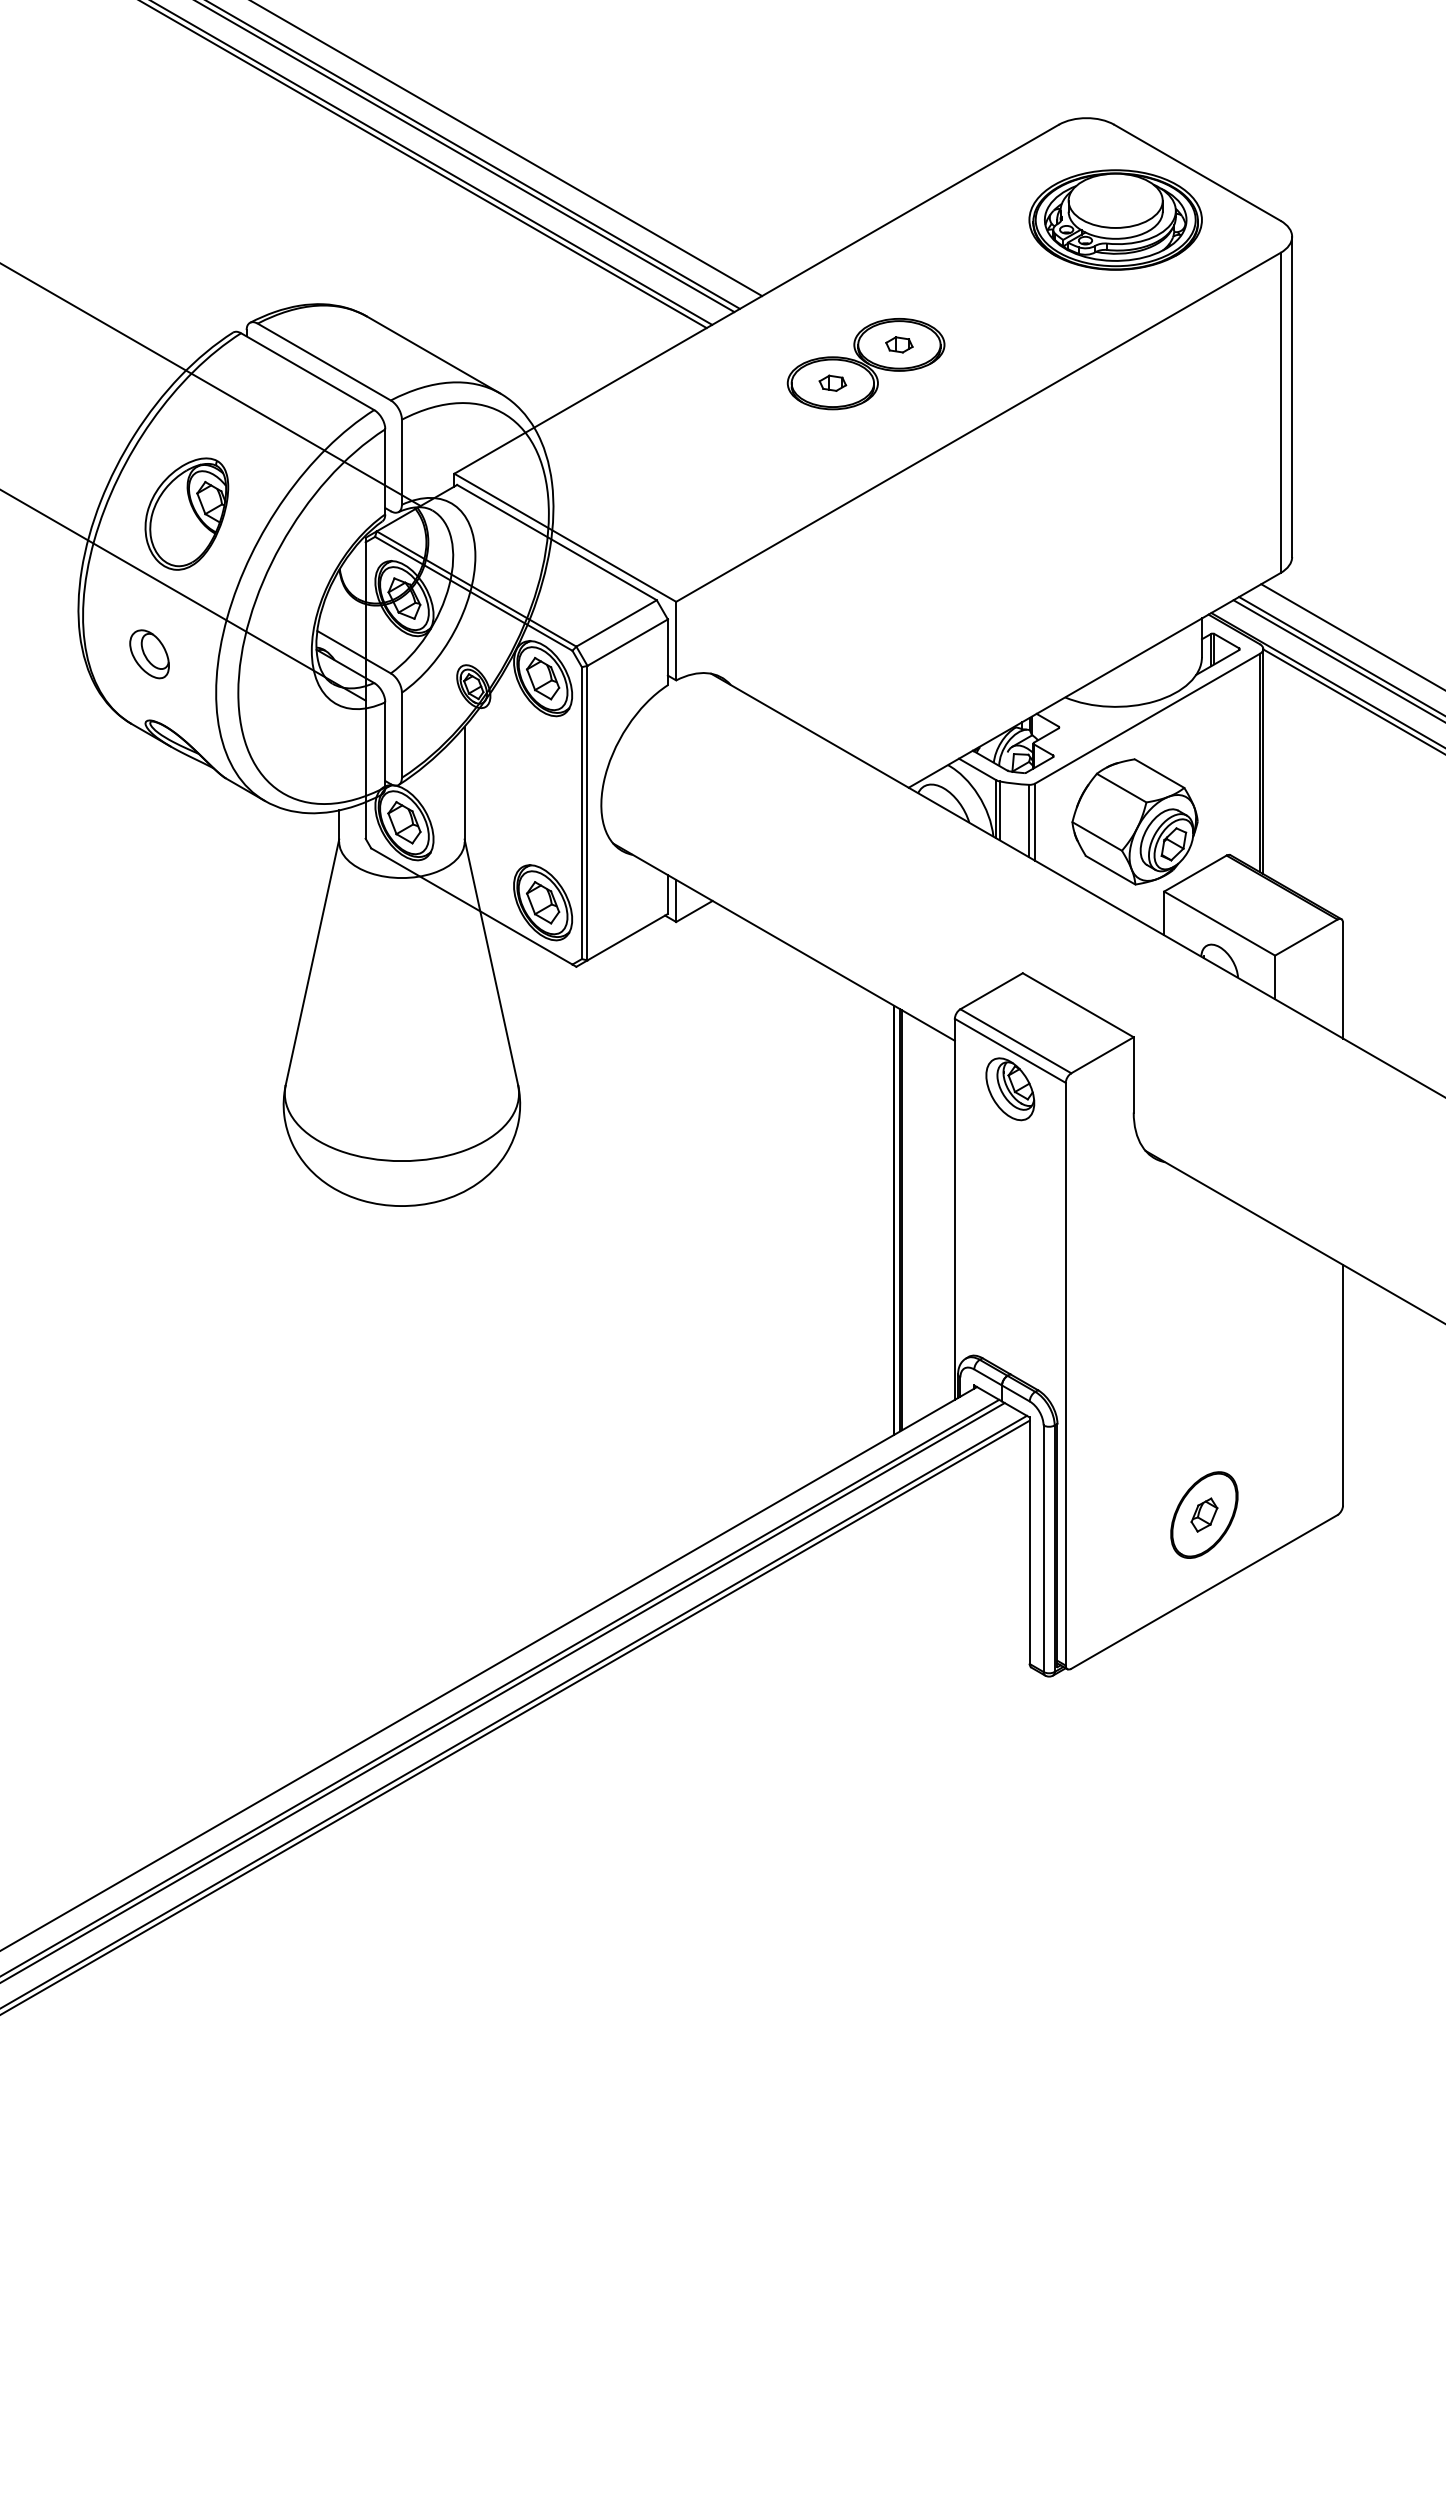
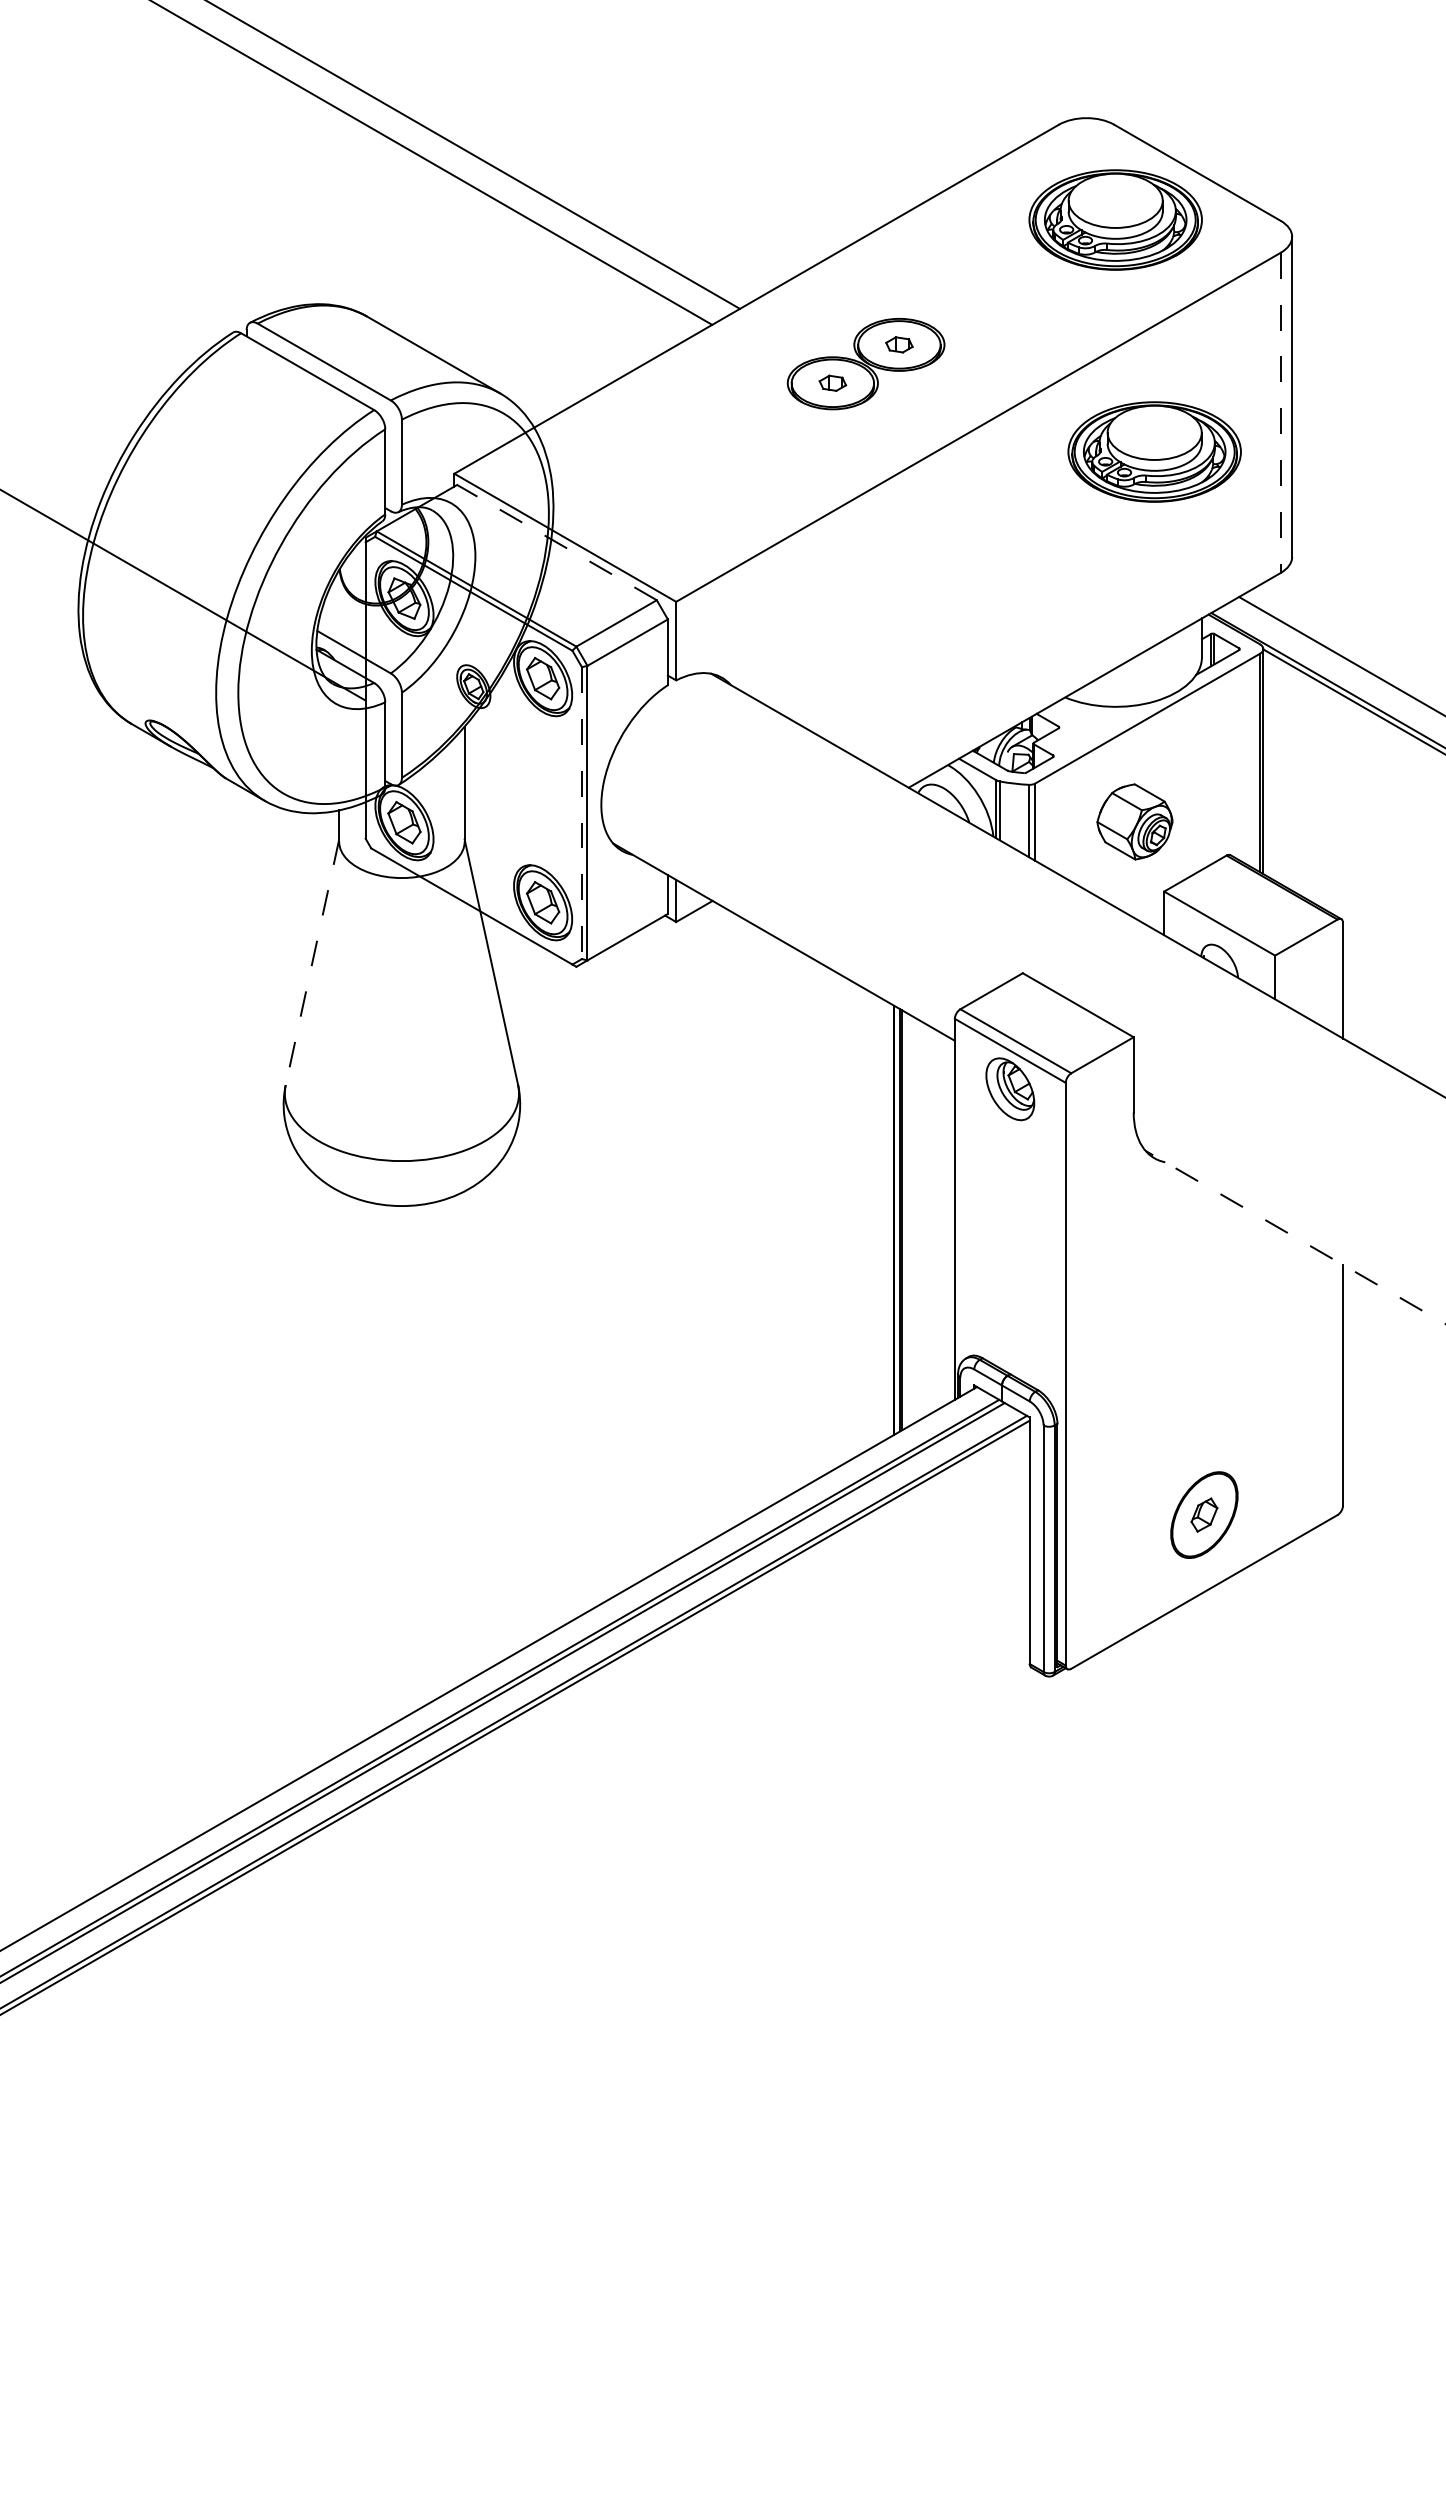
line at (507, 149): present -> none
line at (465, 157): present -> none
line at (423, 165): present -> none
line at (211, 385): present -> none
line at (1280, 413): solid -> dashed
part at (1154, 451): none -> present
part at (186, 513): present -> none
line at (556, 542): solid -> dashed
line at (1351, 636): present -> none
part at (149, 654): present -> none
line at (1337, 660): present -> none
line at (581, 813): solid -> dashed
part at (1134, 821) size: 128x128 px -> 78x78 px
line at (312, 962): solid -> dashed
line at (1295, 1237): solid -> dashed
